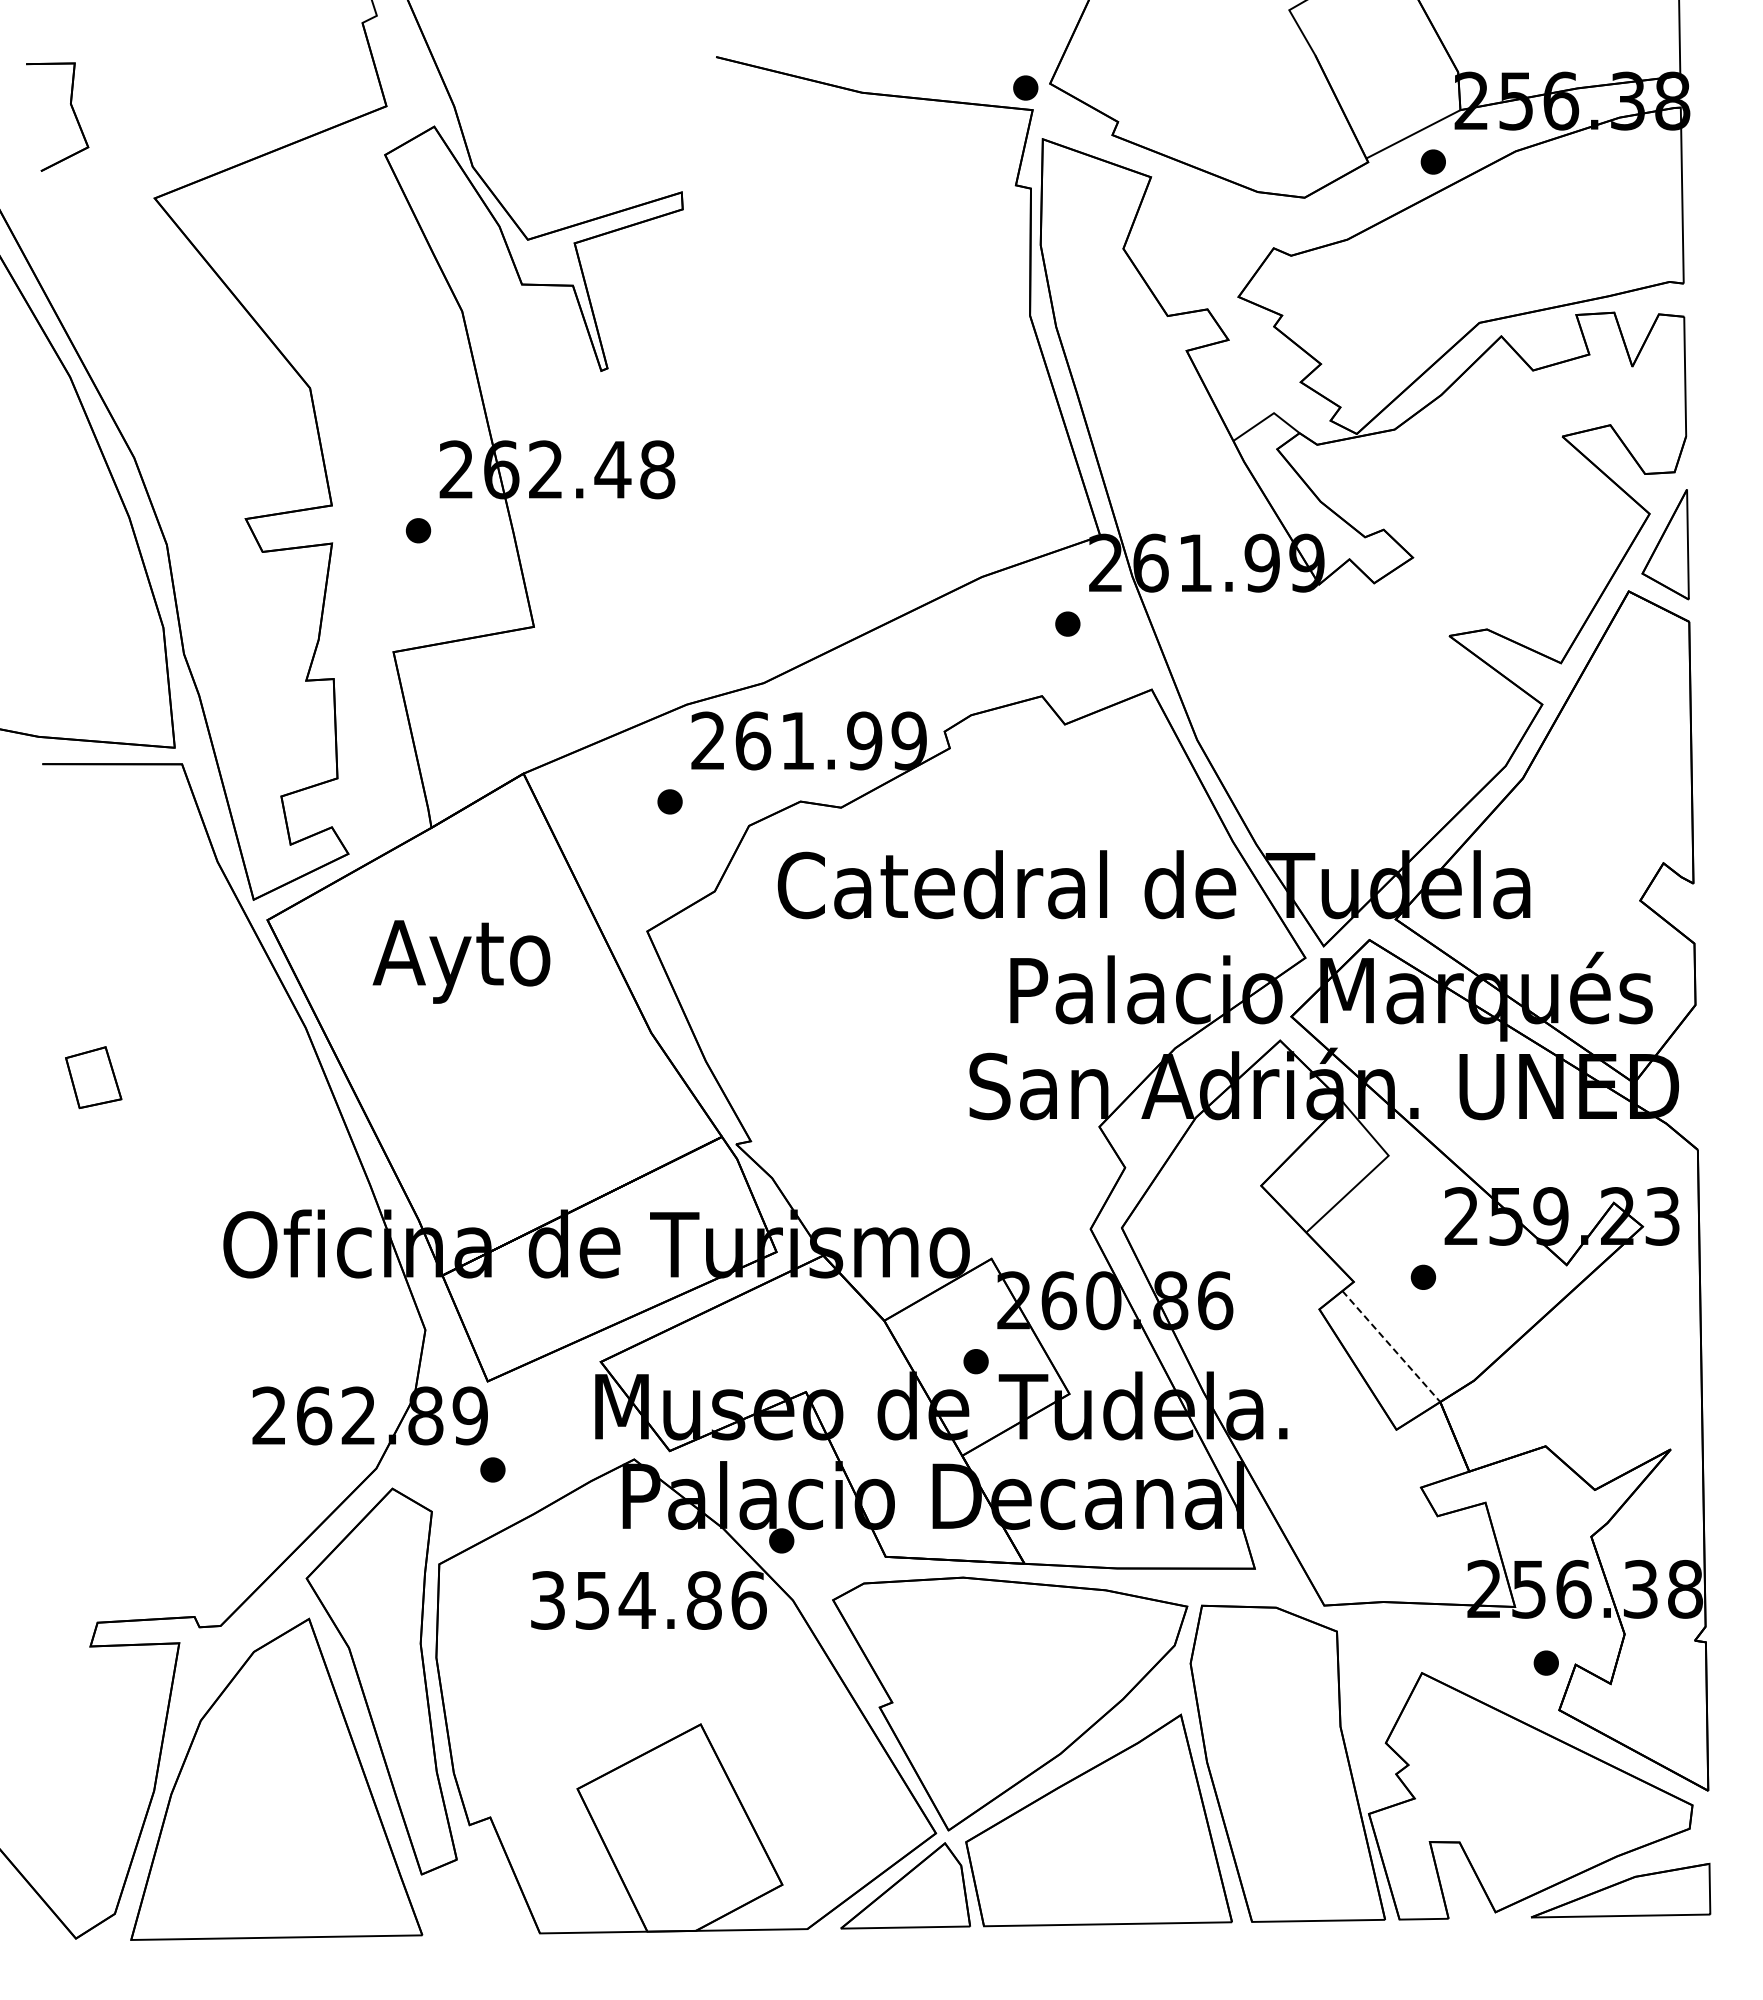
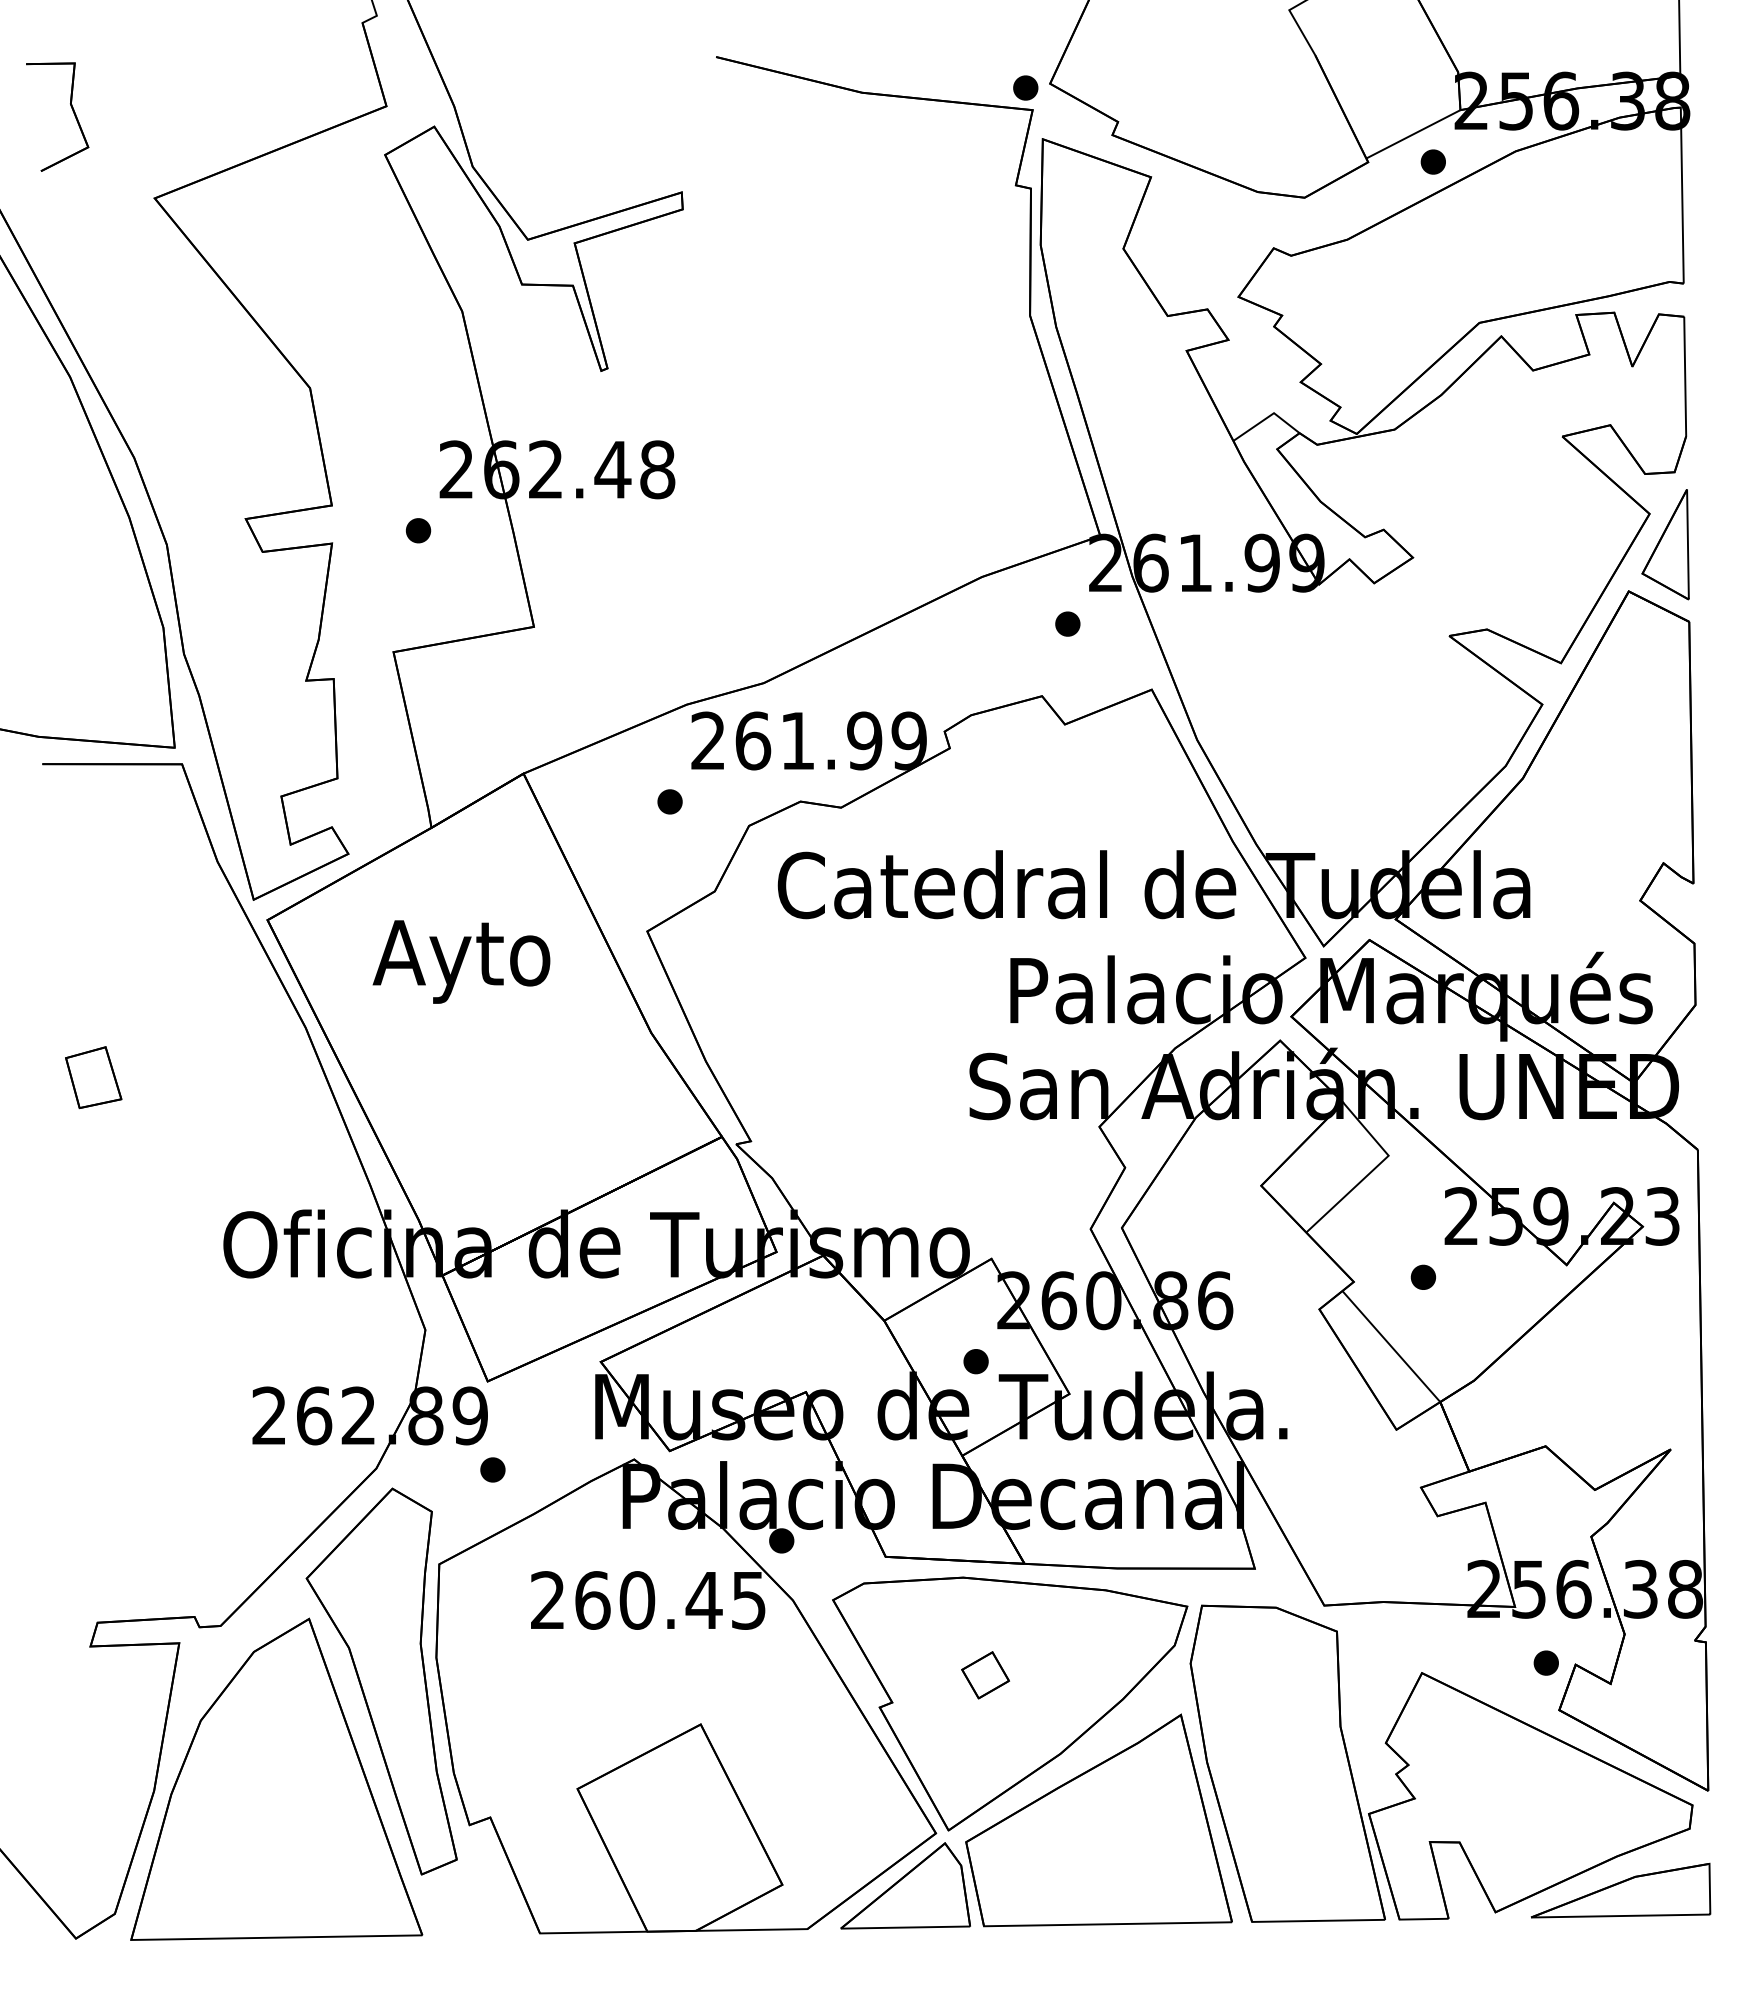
line at (1391, 1346): dashed -> solid
text at (648, 1600): 354.86 -> 260.45
part at (985, 1675): none -> present
